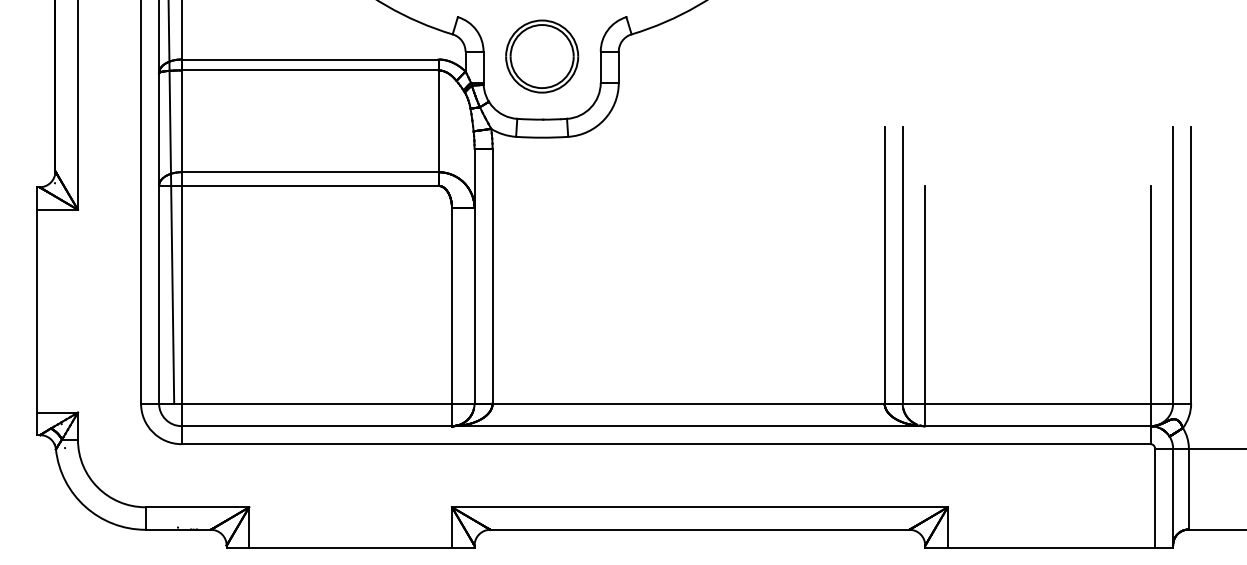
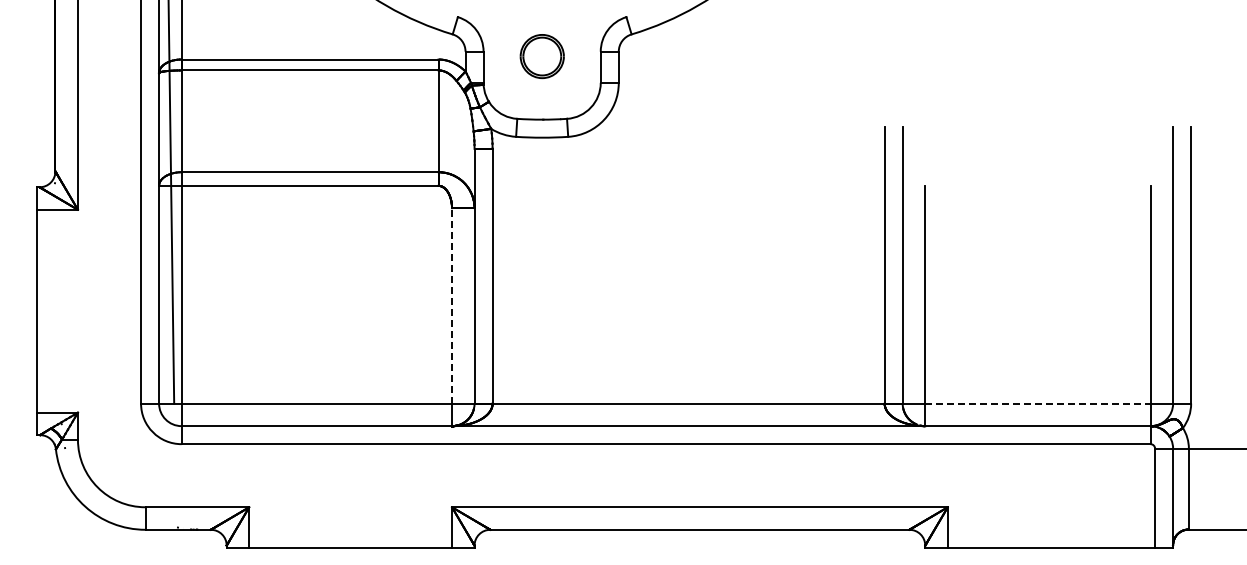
part at (542, 56) size: 75x75 px -> 46x46 px
line at (452, 305): solid -> dashed
line at (1037, 403): solid -> dashed
